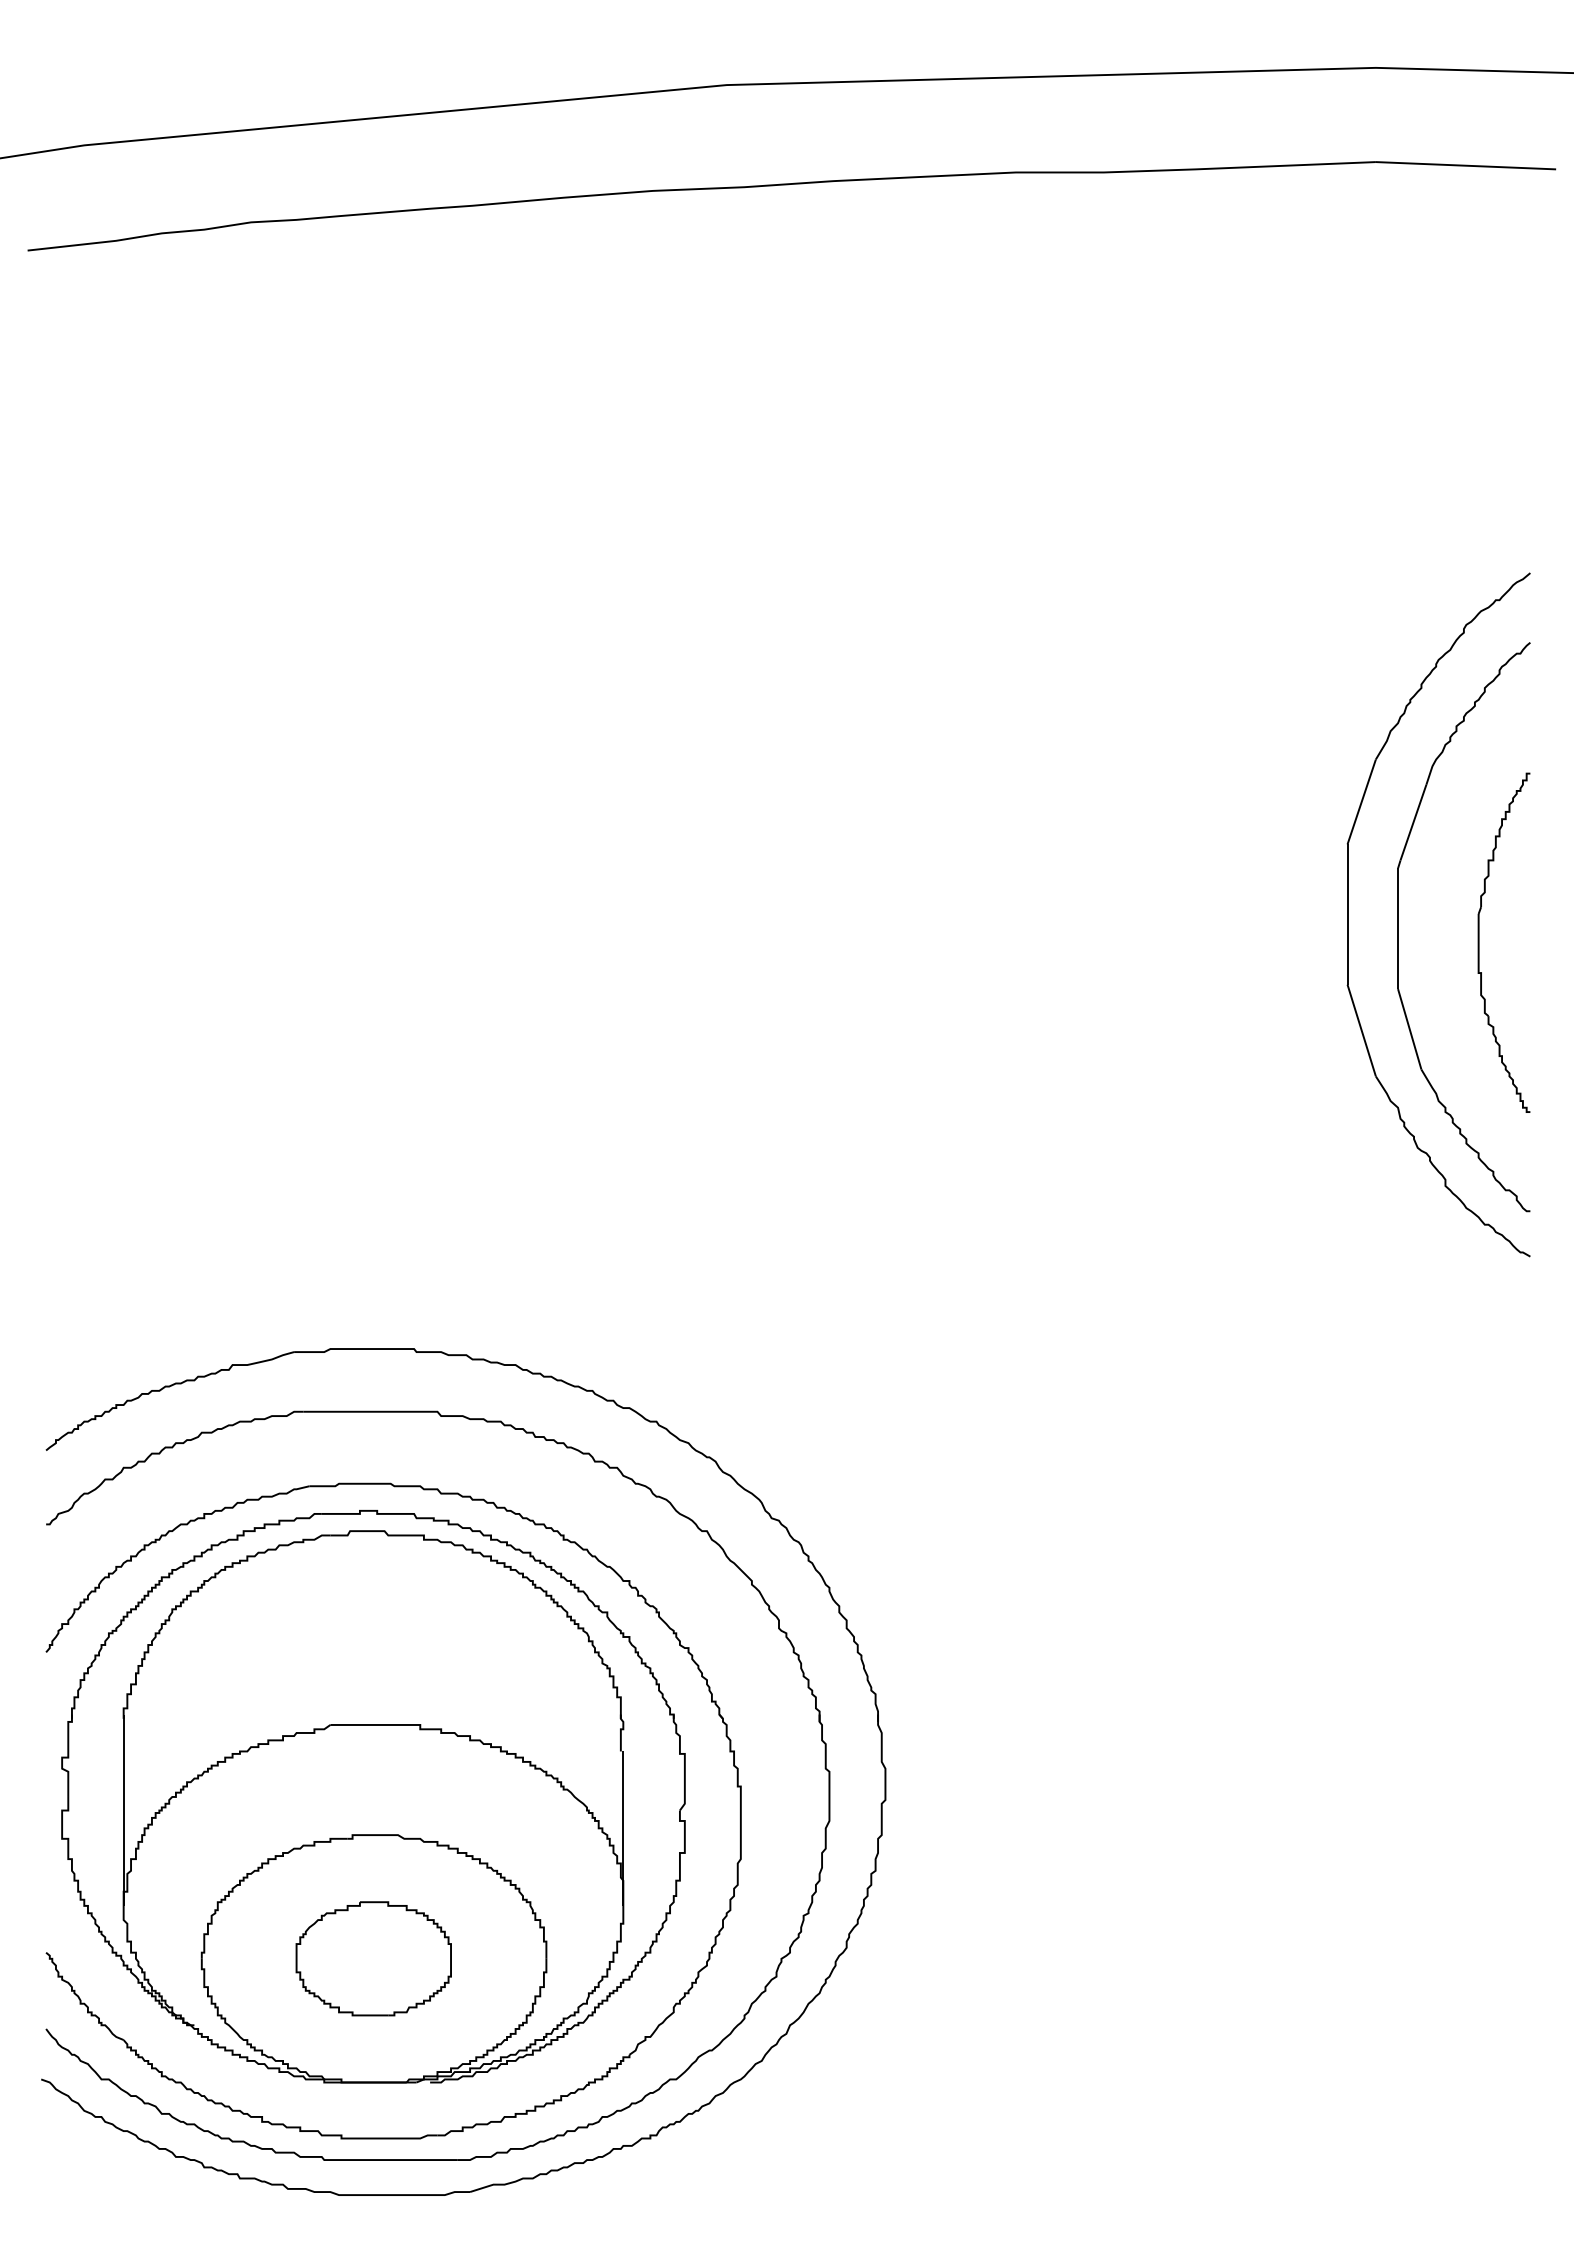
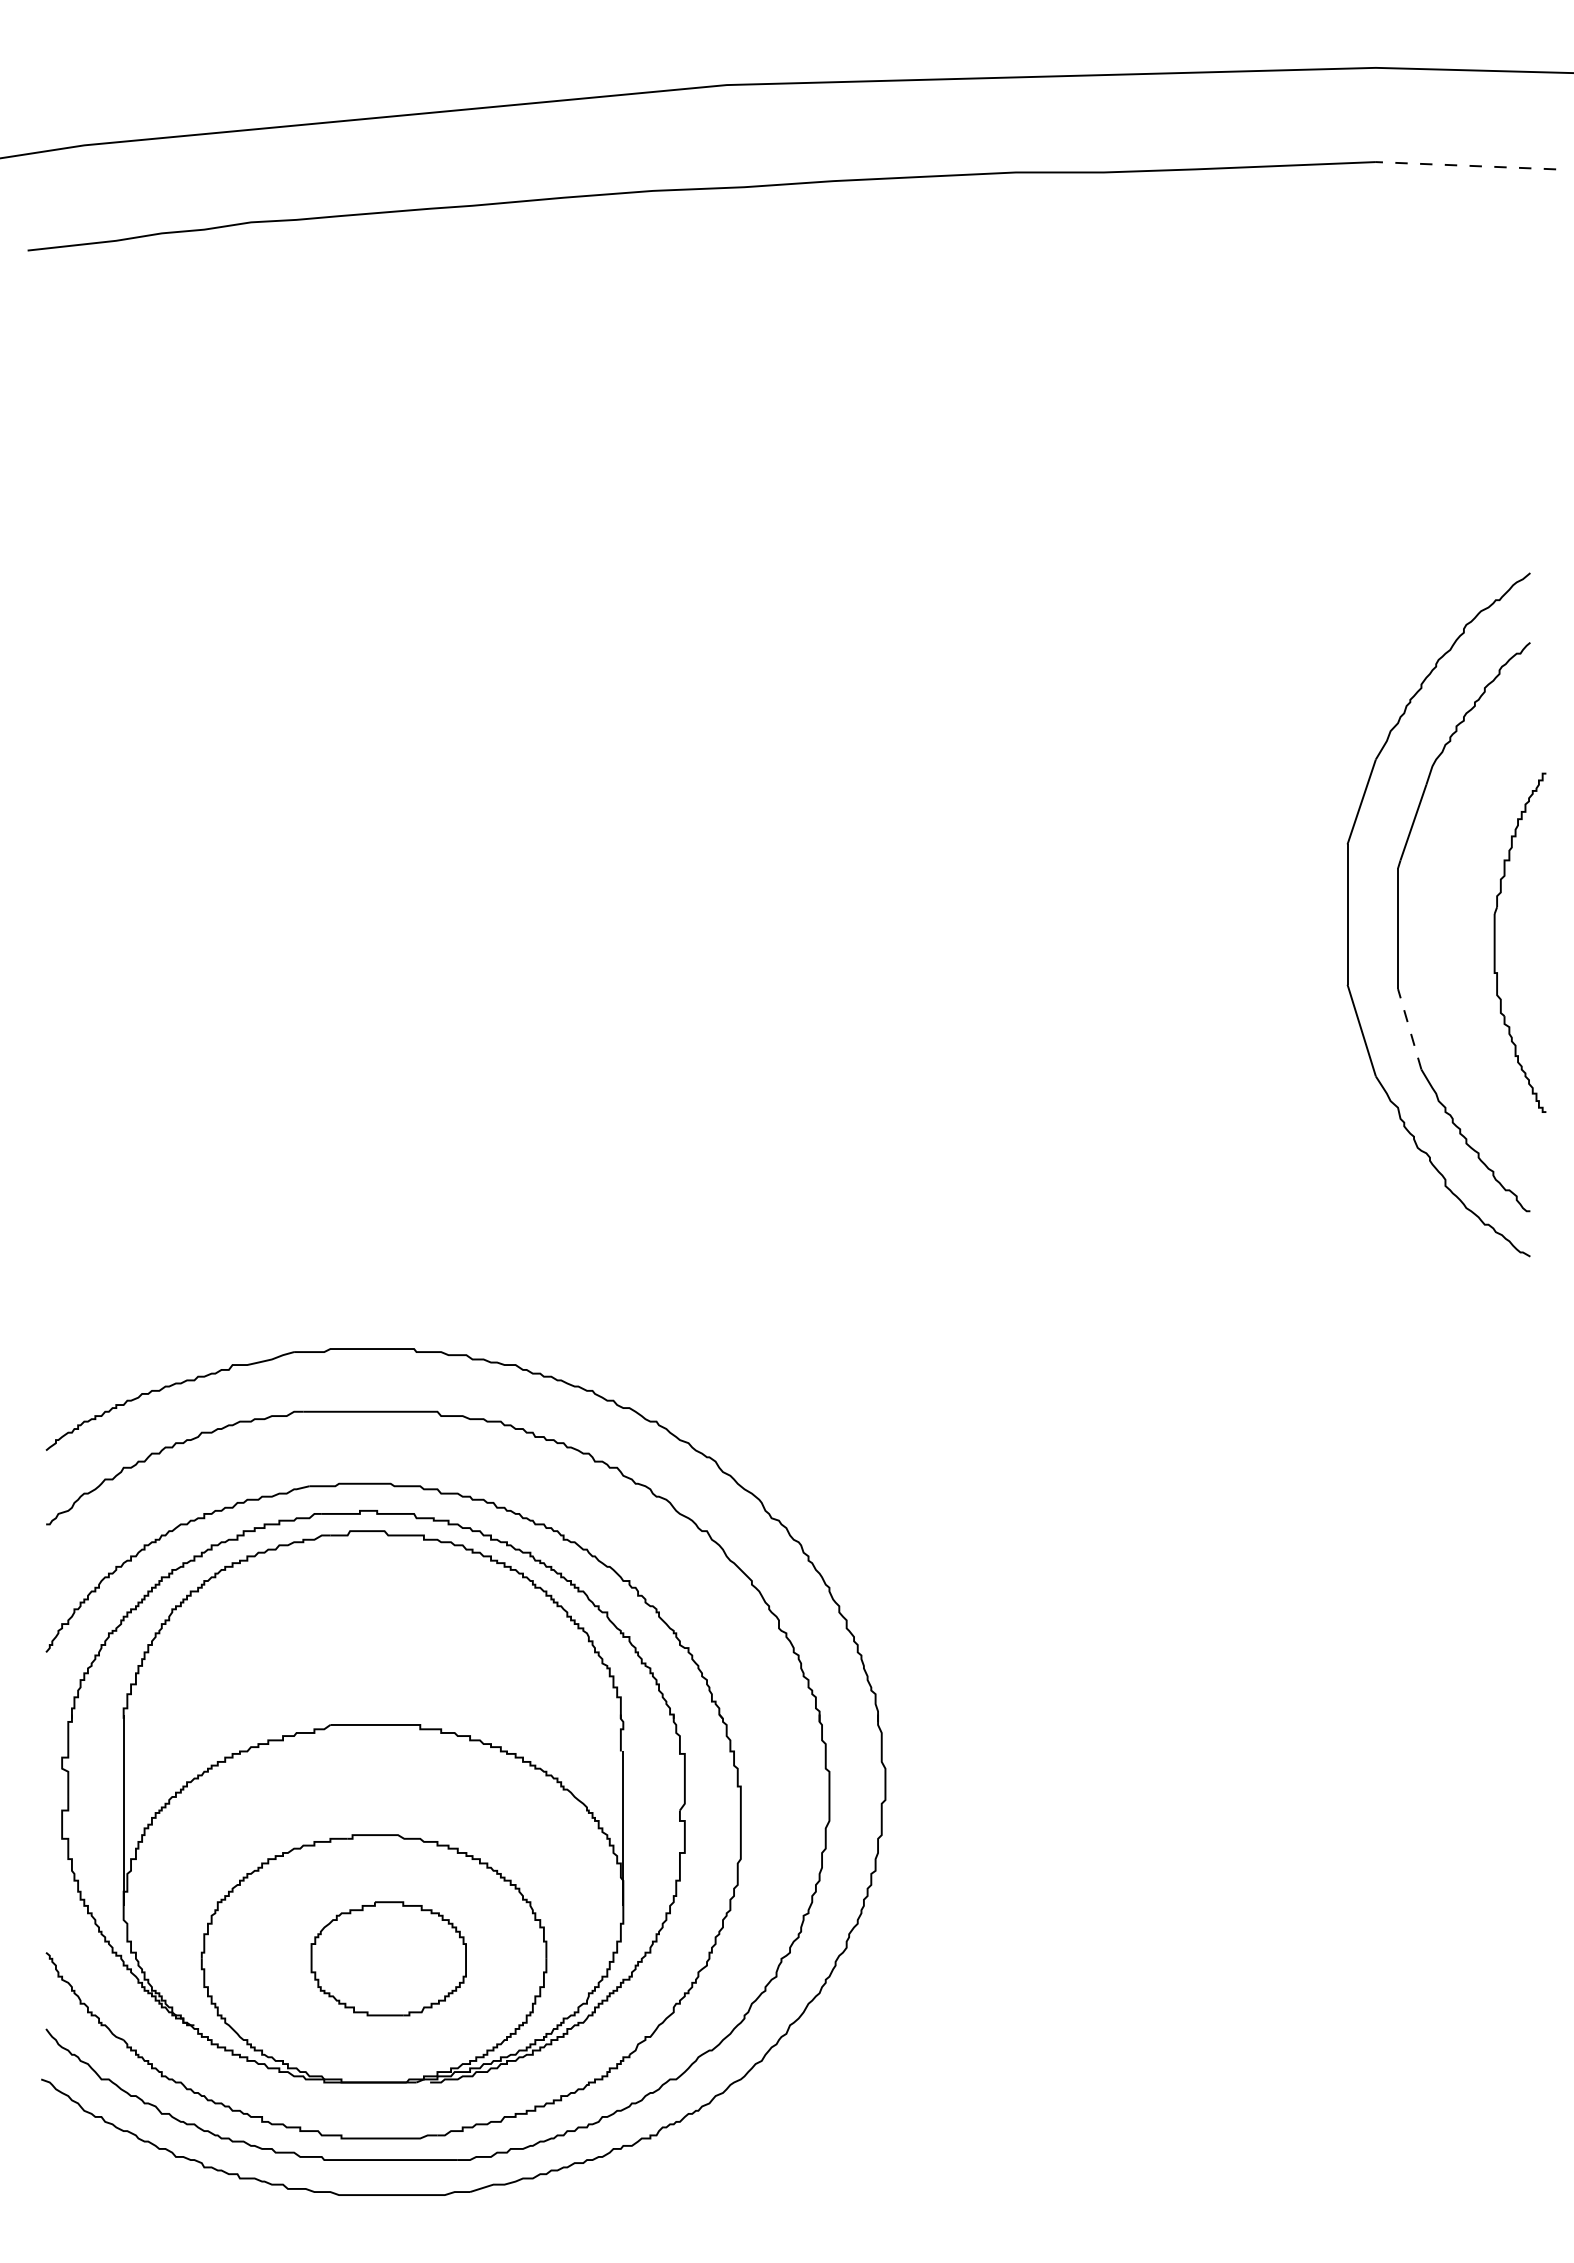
line at (1465, 165): solid -> dashed
part at (1479, 942) position: (1479, 942) -> (1495, 942)
line at (1409, 1029): solid -> dashed
part at (373, 1958) position: (373, 1958) -> (388, 1958)
